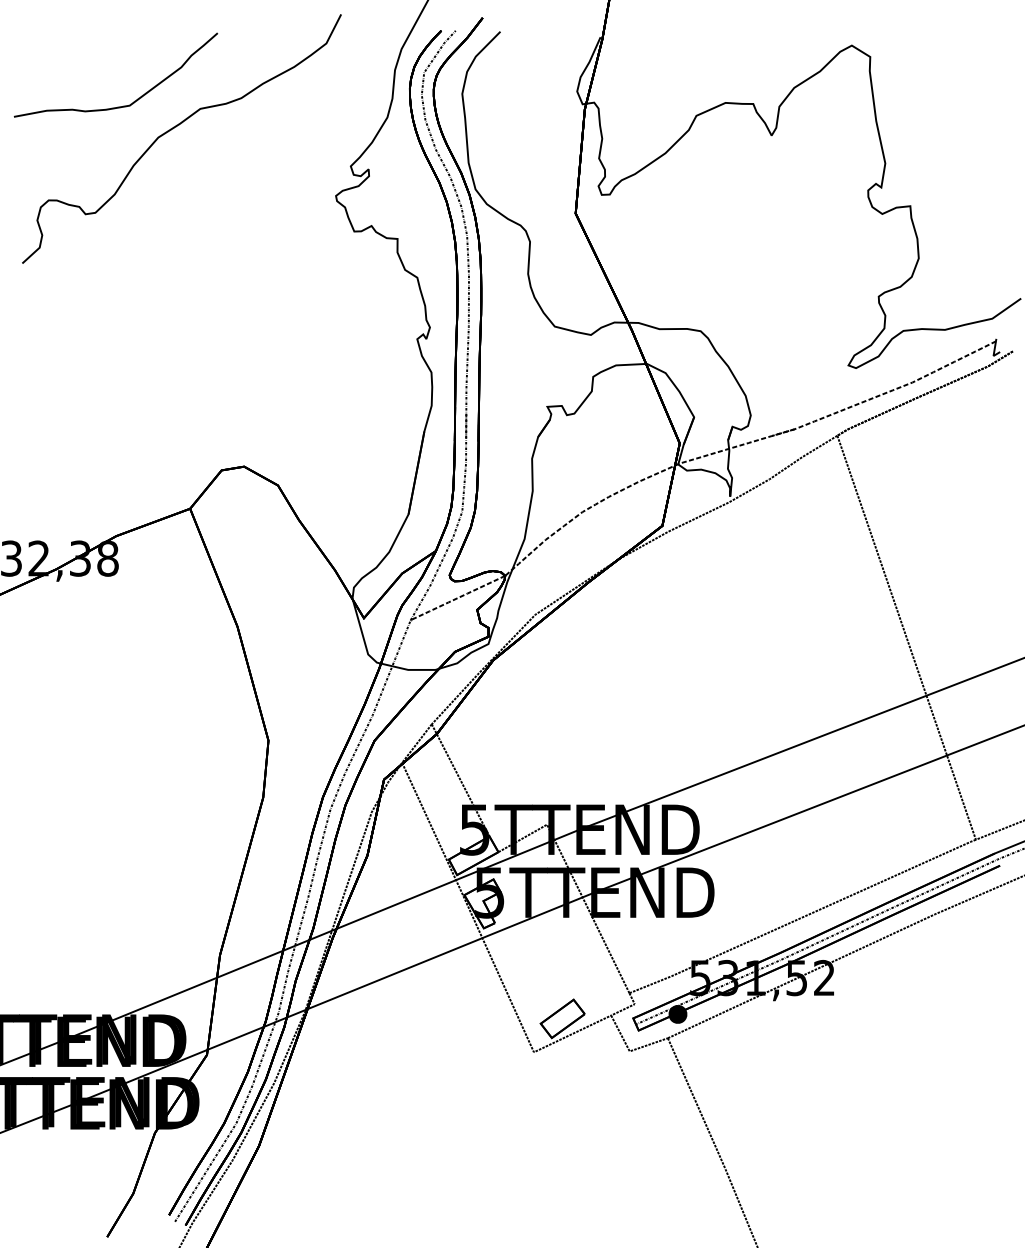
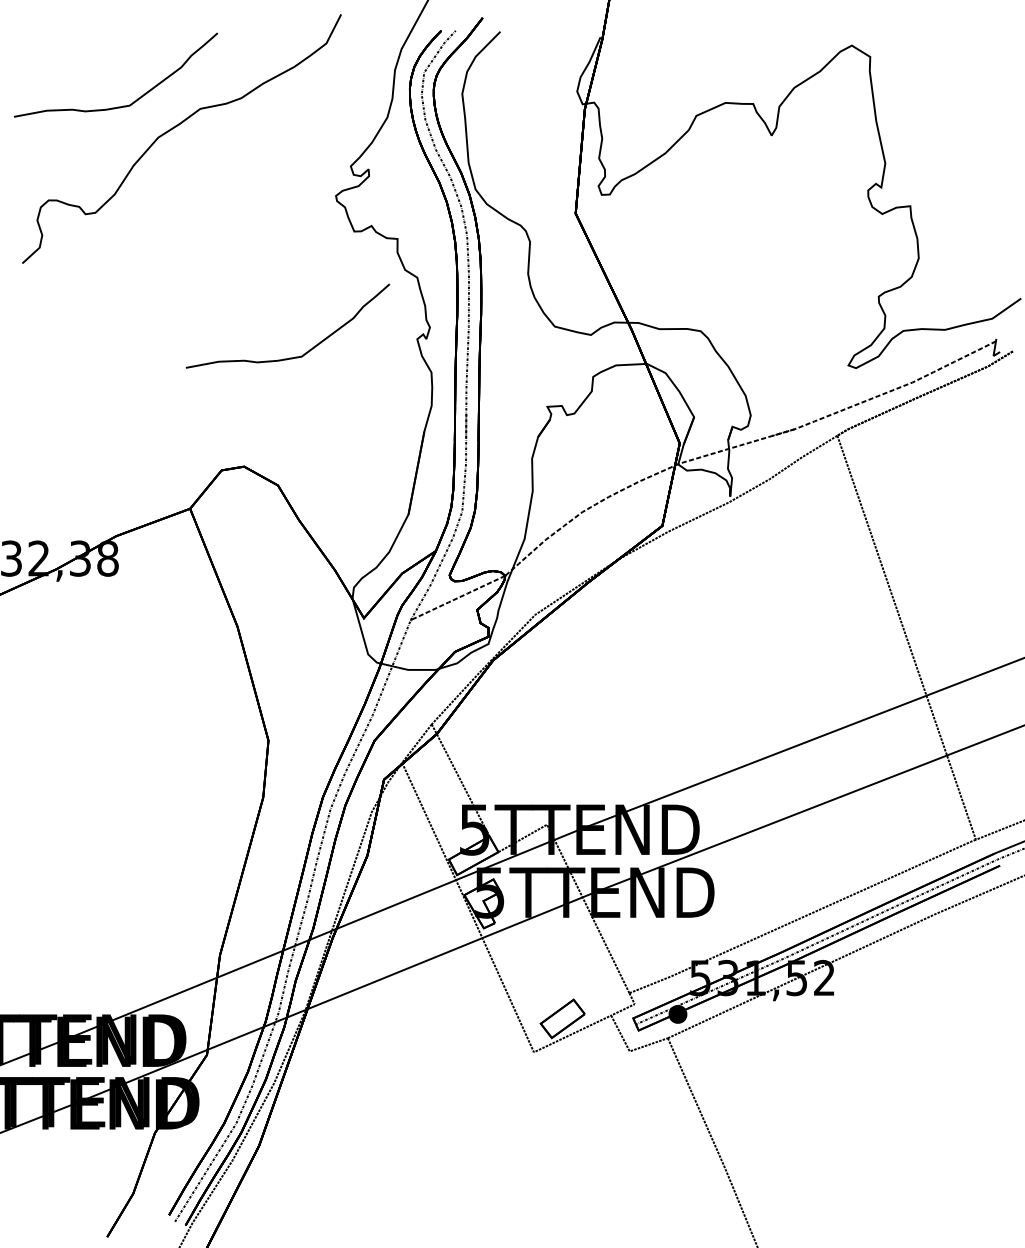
curve at (295, 356): none -> present
